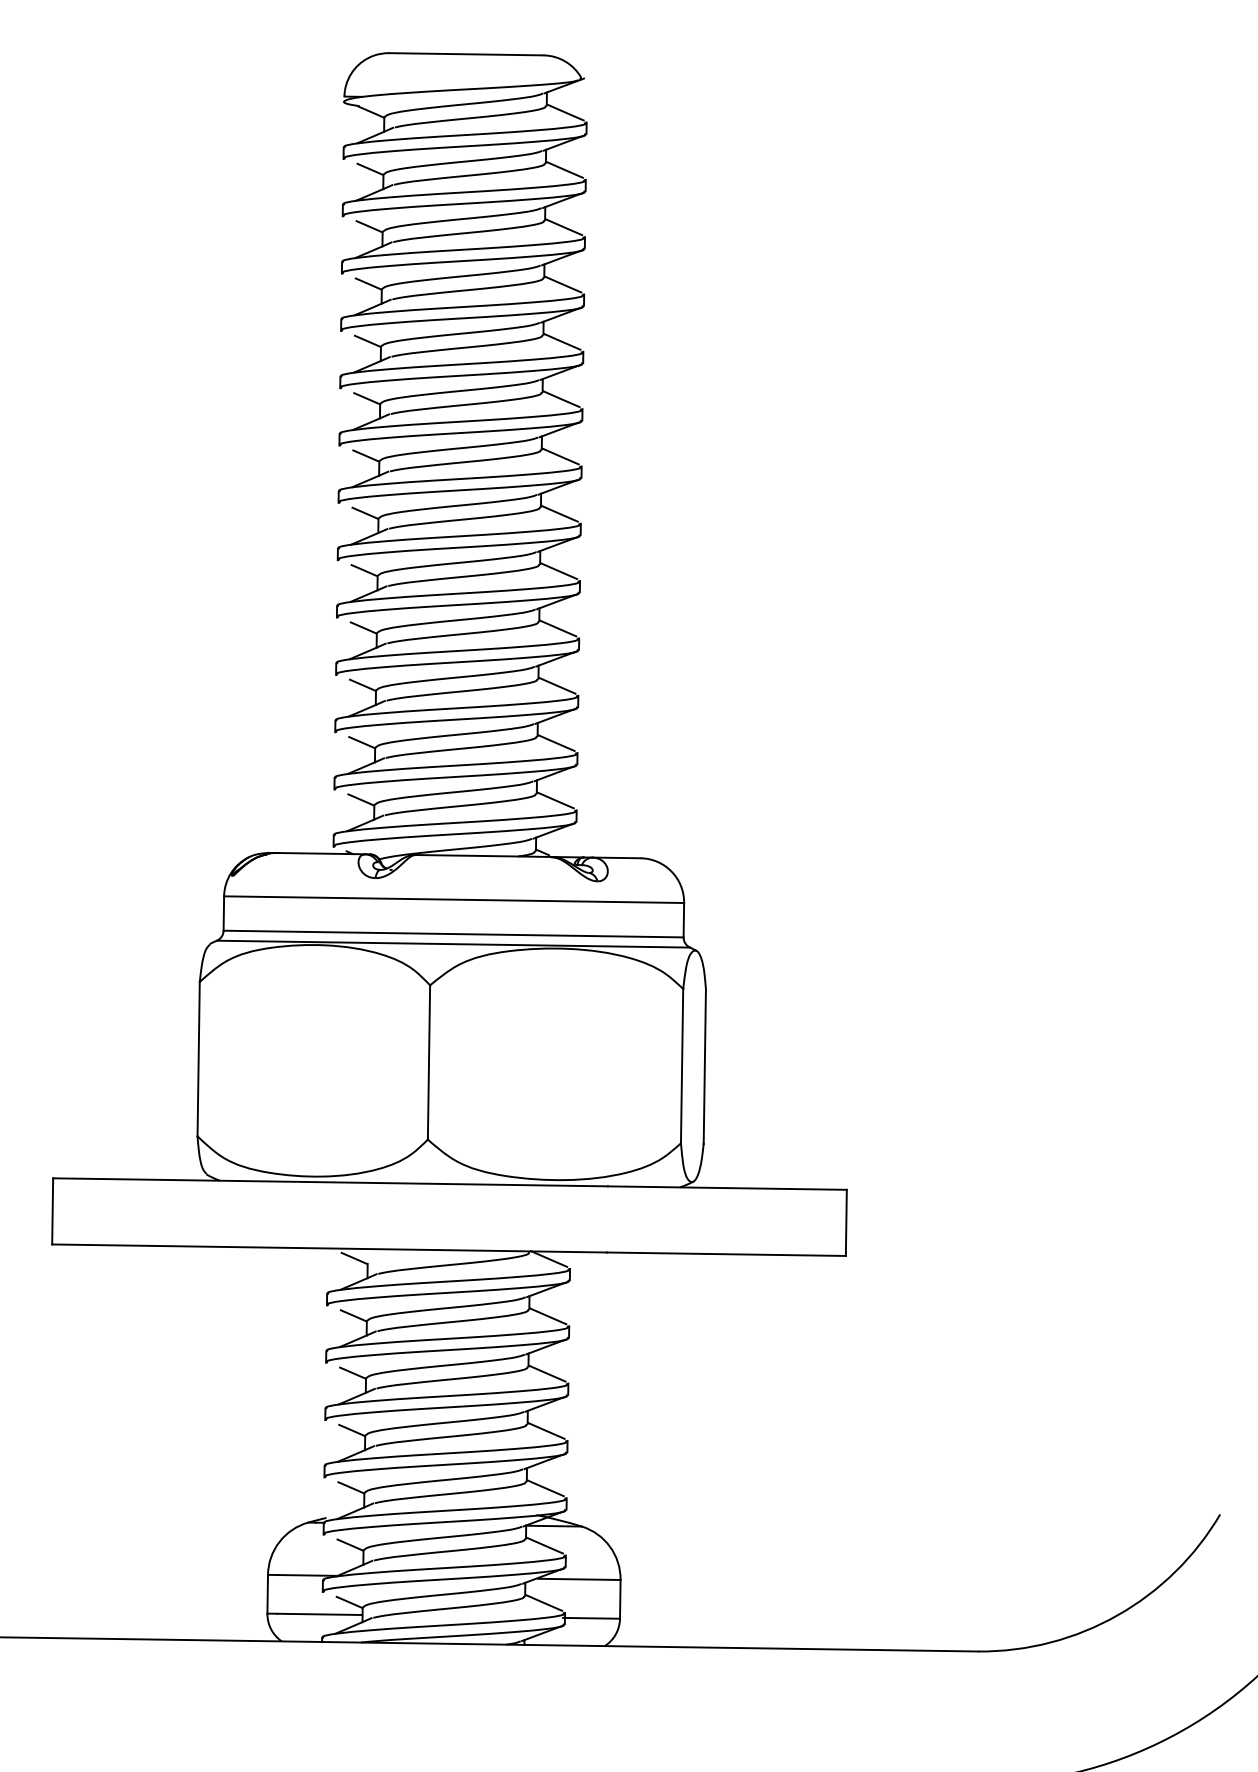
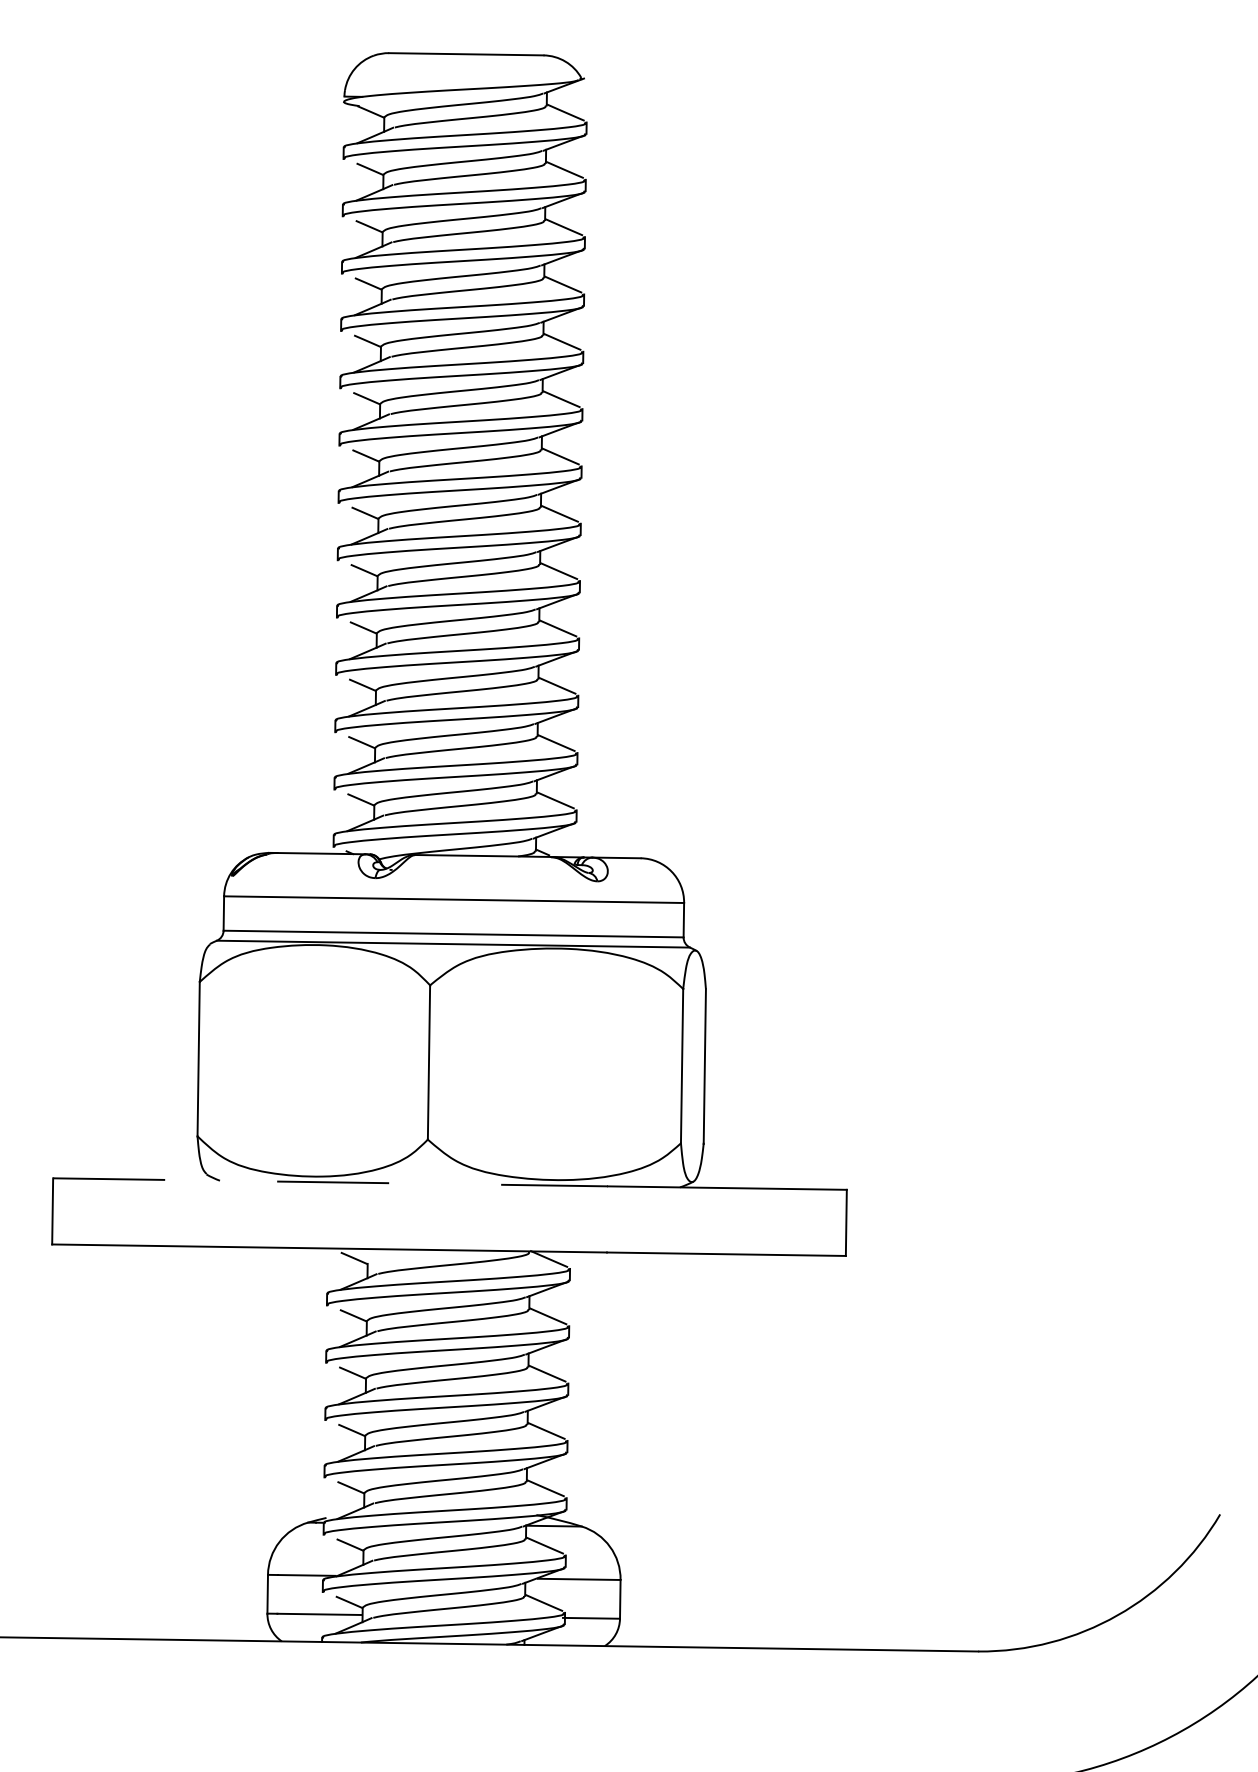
line at (331, 1182): solid -> dashed
